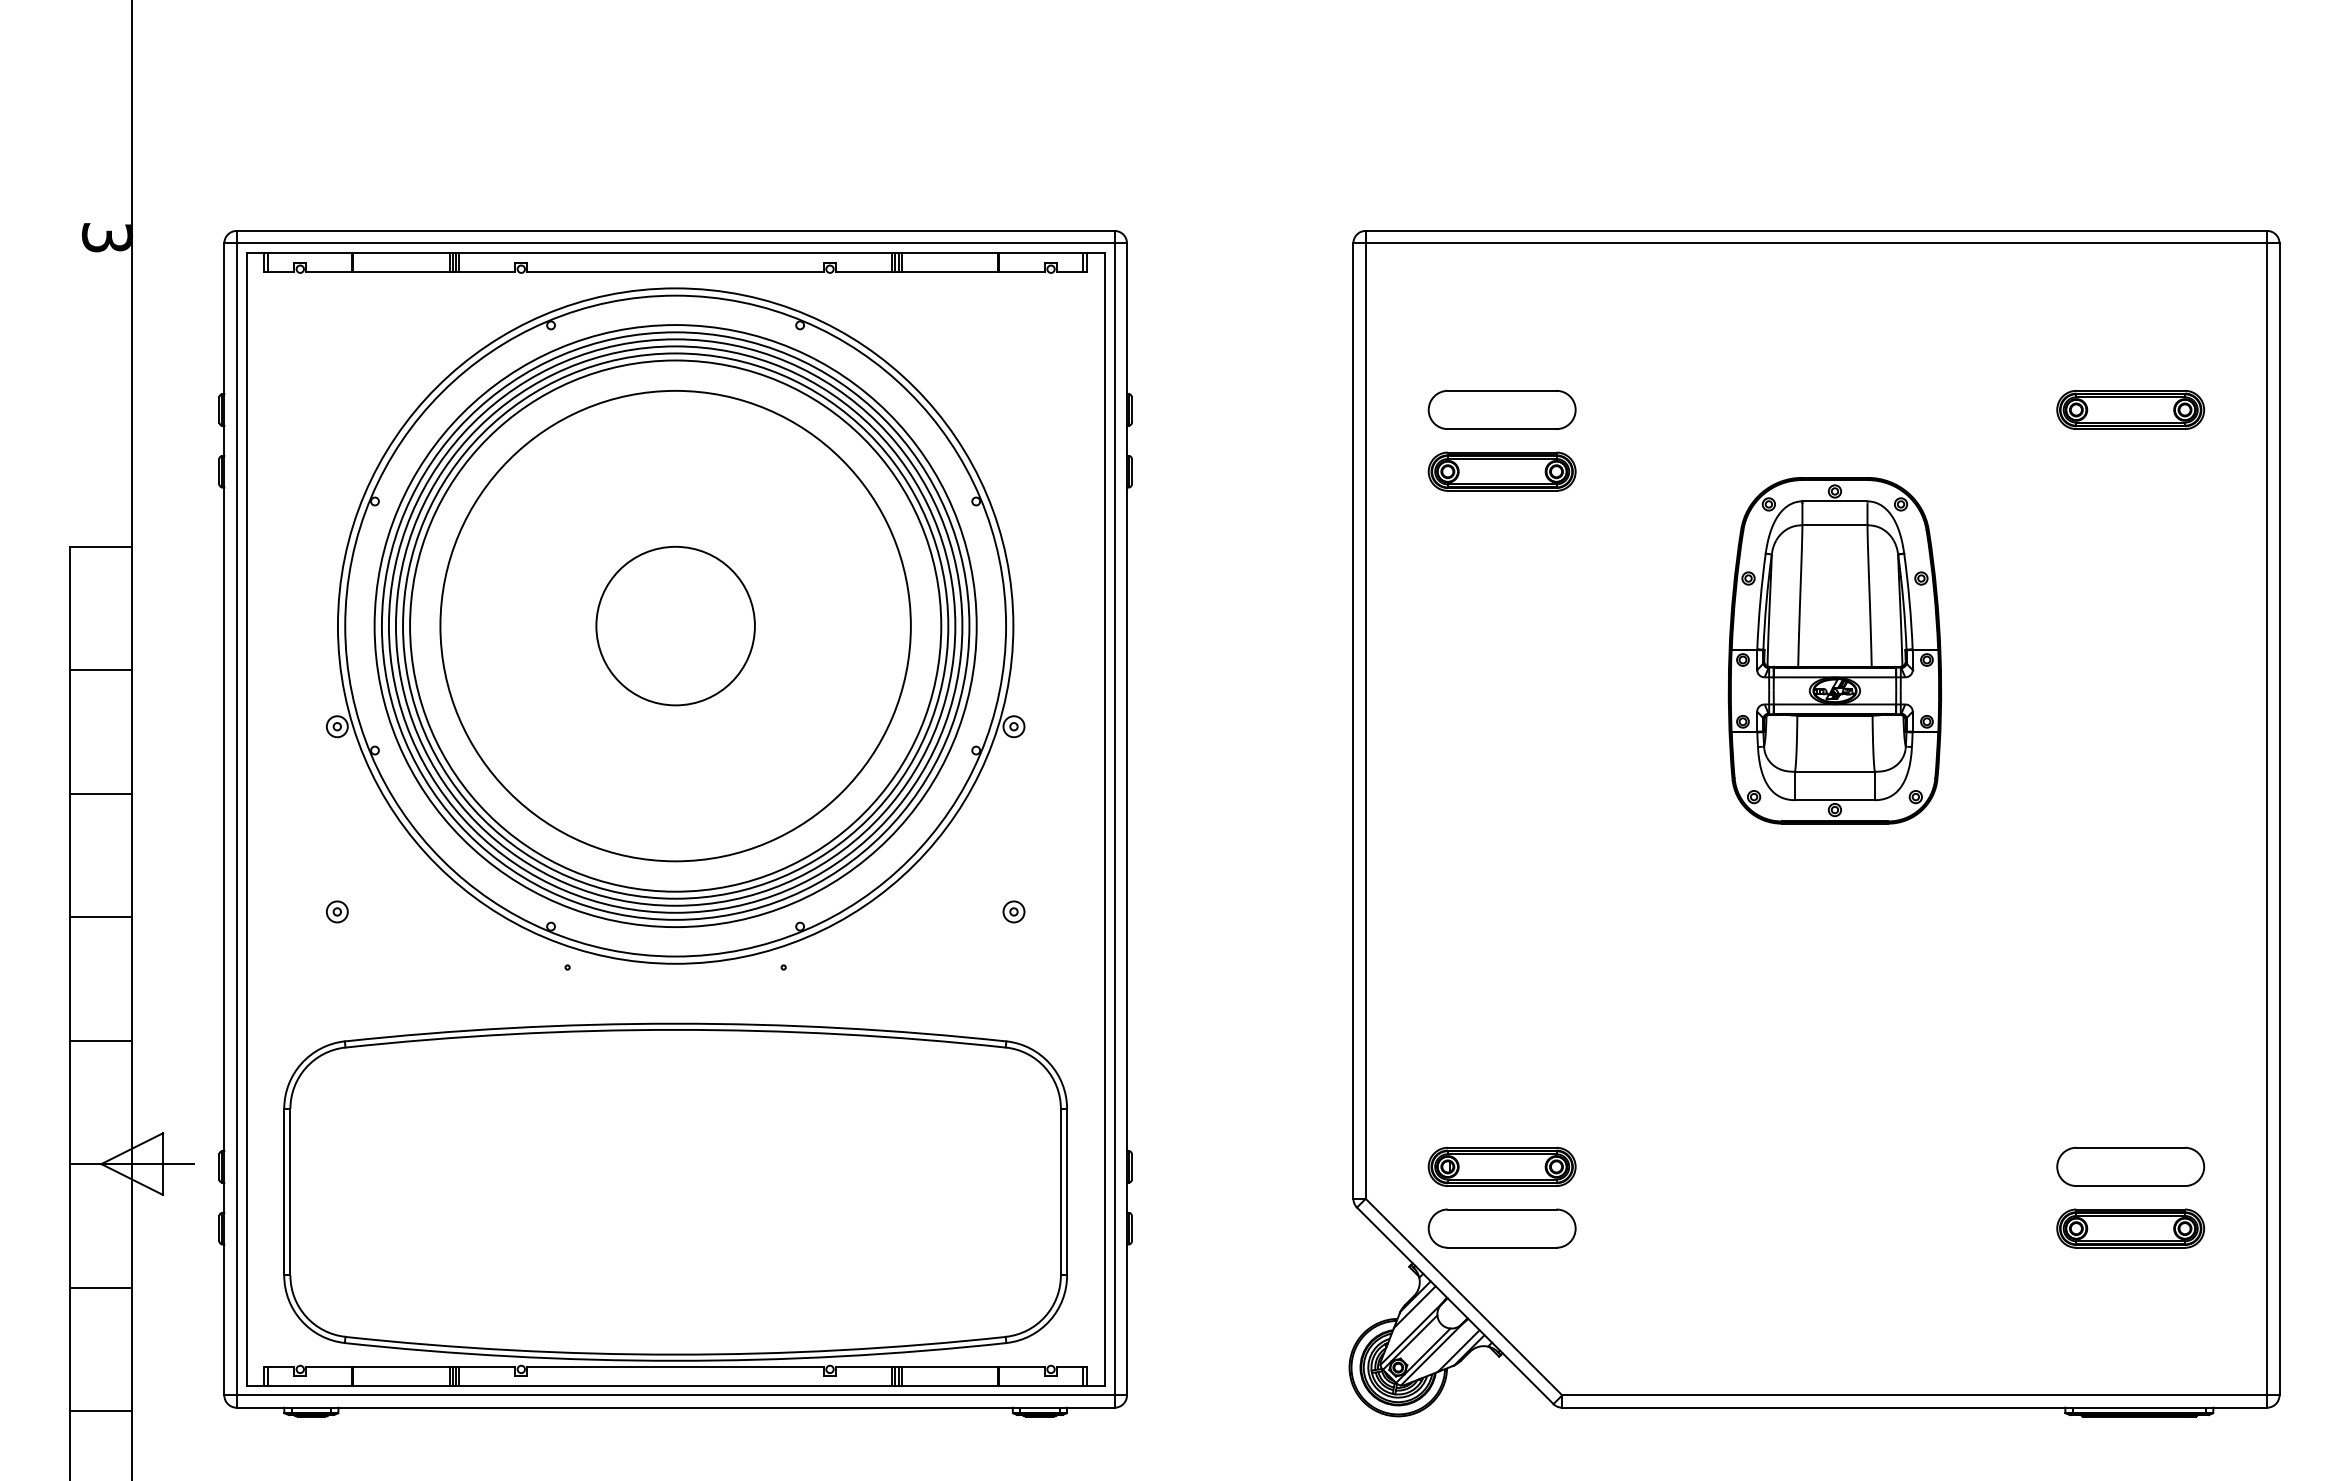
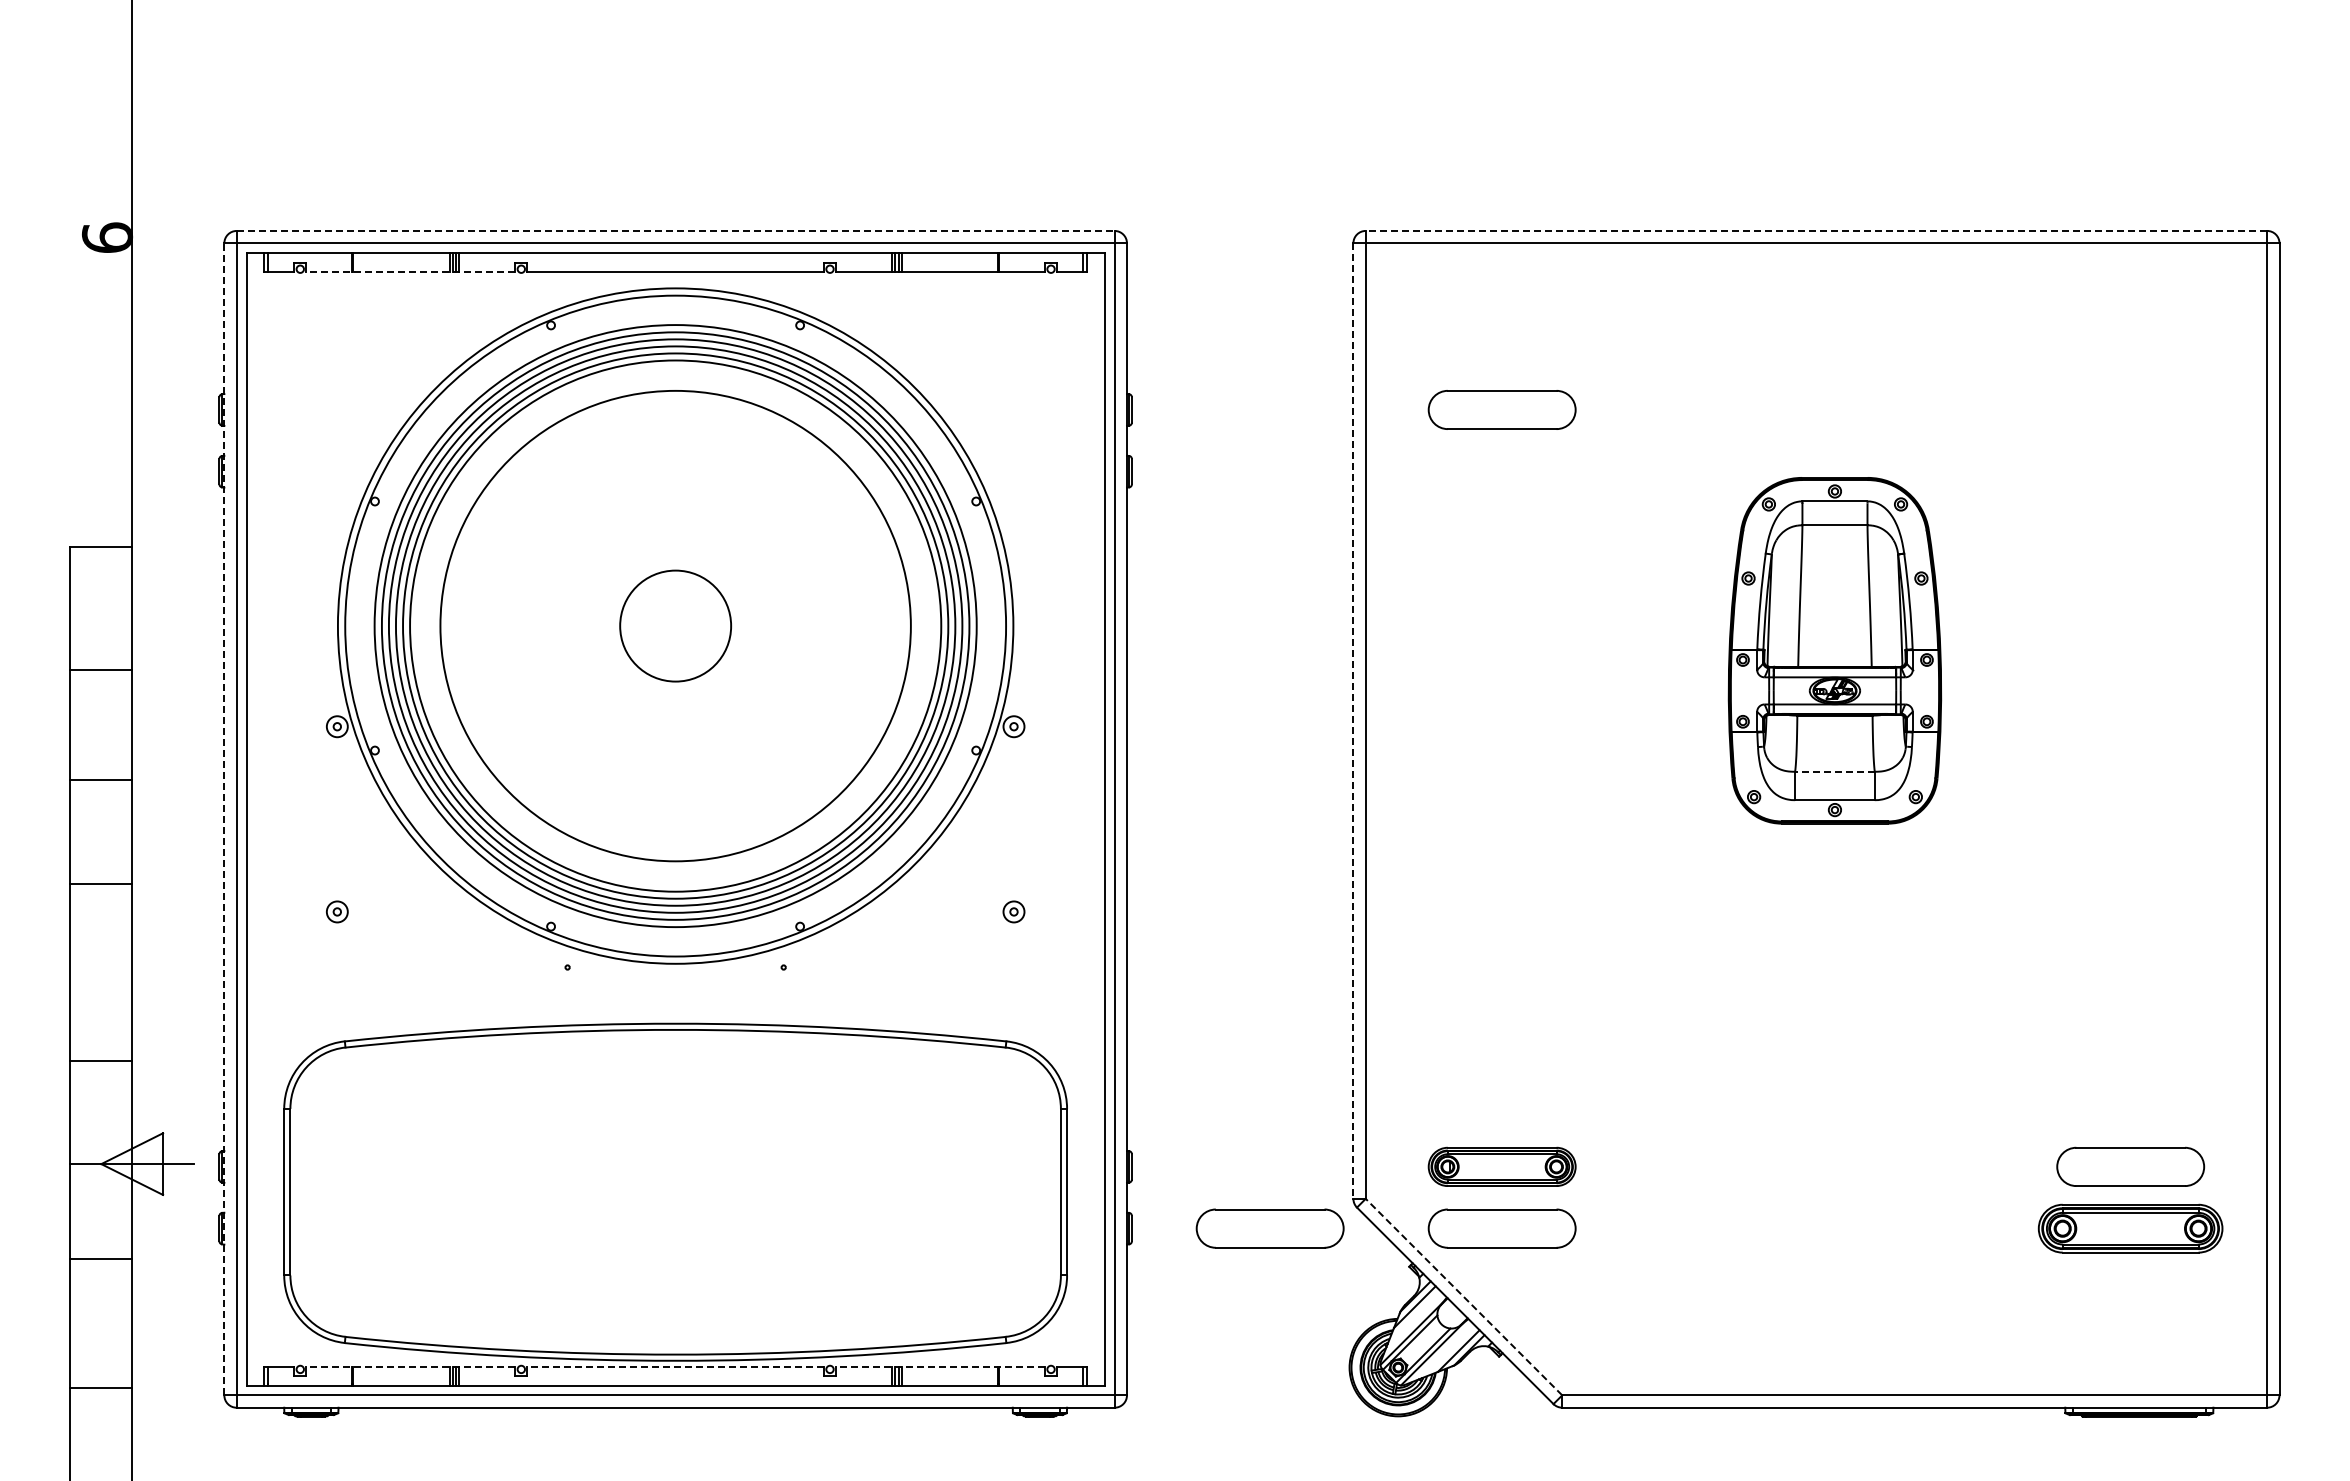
line at (675, 230): solid -> dashed
line at (1816, 230): solid -> dashed
text at (106, 237): 3 -> 9
line at (410, 271): solid -> dashed
part at (2130, 409): present -> none
part at (1501, 471): present -> none
circle at (675, 625) diameter: 159 px -> 111 px
line at (1353, 721): solid -> dashed
line at (1834, 771): solid -> dashed
line at (101, 793) position: (101, 793) -> (101, 779)
line at (224, 818): solid -> dashed
line at (101, 917) position: (101, 917) -> (101, 884)
line at (101, 1040) position: (101, 1040) -> (101, 1060)
part at (1269, 1228): none -> present
part at (2130, 1228) size: 150x41 px -> 187x51 px
line at (101, 1287) position: (101, 1287) -> (101, 1258)
line at (1464, 1297): solid -> dashed
line at (410, 1366): solid -> dashed
line at (675, 1366): solid -> dashed
line at (940, 1366): solid -> dashed
line at (101, 1411) position: (101, 1411) -> (101, 1388)
